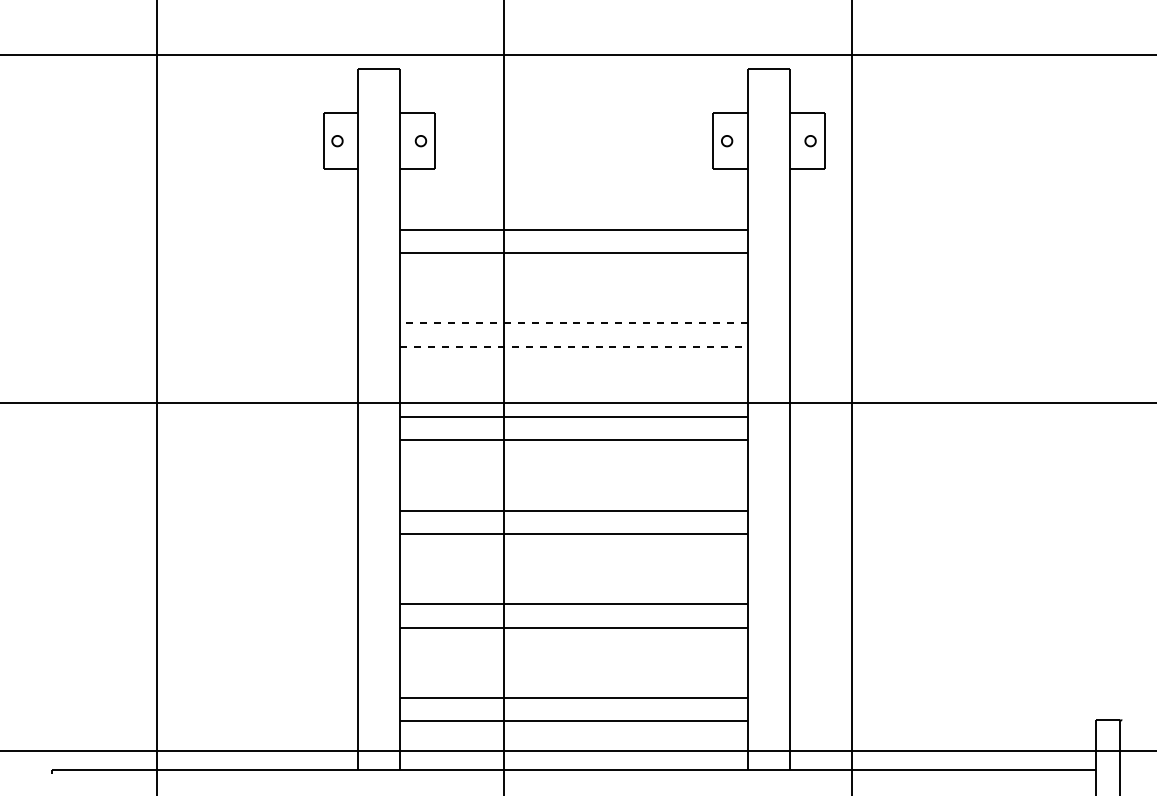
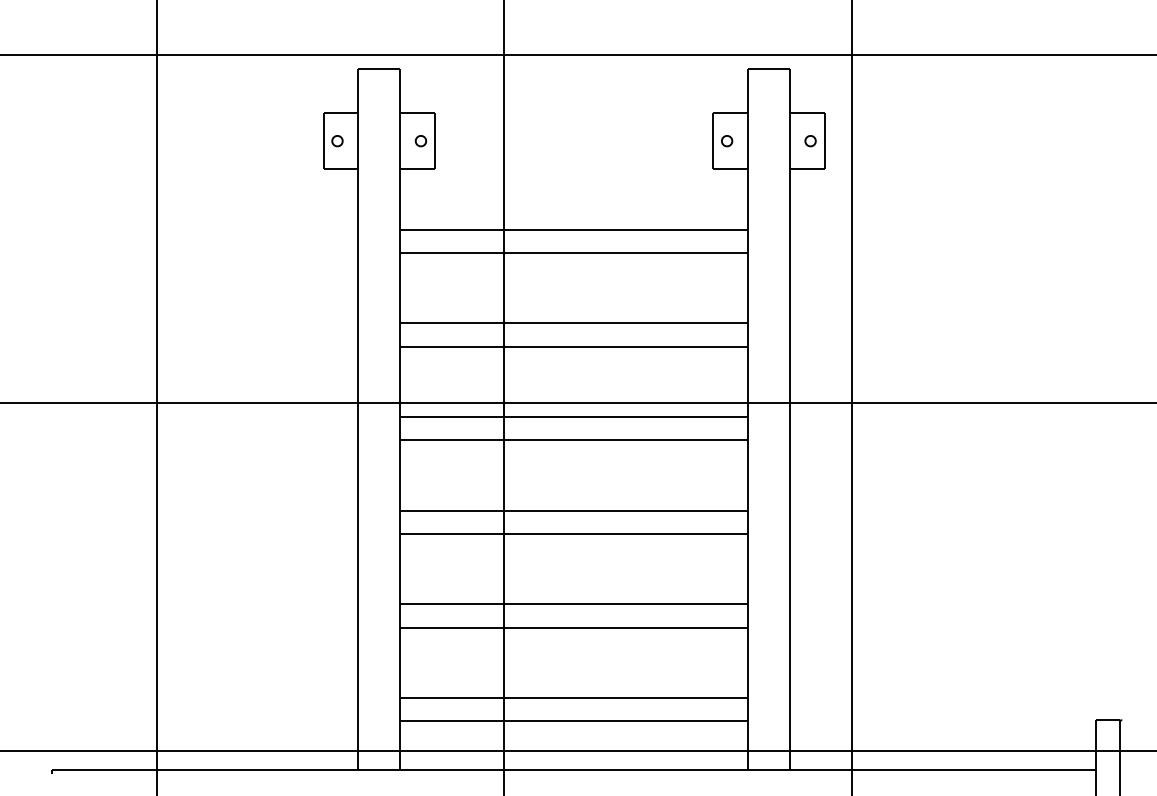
line at (574, 323): dashed -> solid
line at (574, 346): dashed -> solid
